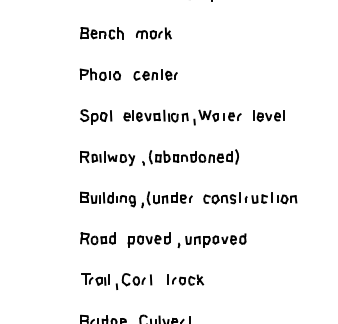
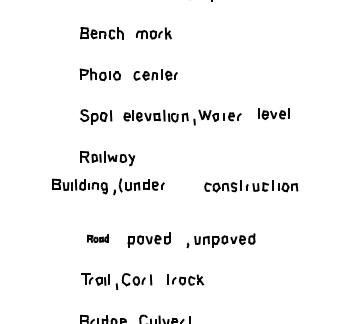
part at (268, 115) position: (268, 115) -> (273, 113)
part at (190, 157): present -> none
part at (250, 198) position: (250, 198) -> (251, 186)
part at (136, 199) position: (136, 199) -> (108, 186)
part at (97, 238) size: 36x14 px -> 23x9 px
part at (211, 240) position: (211, 240) -> (220, 240)
